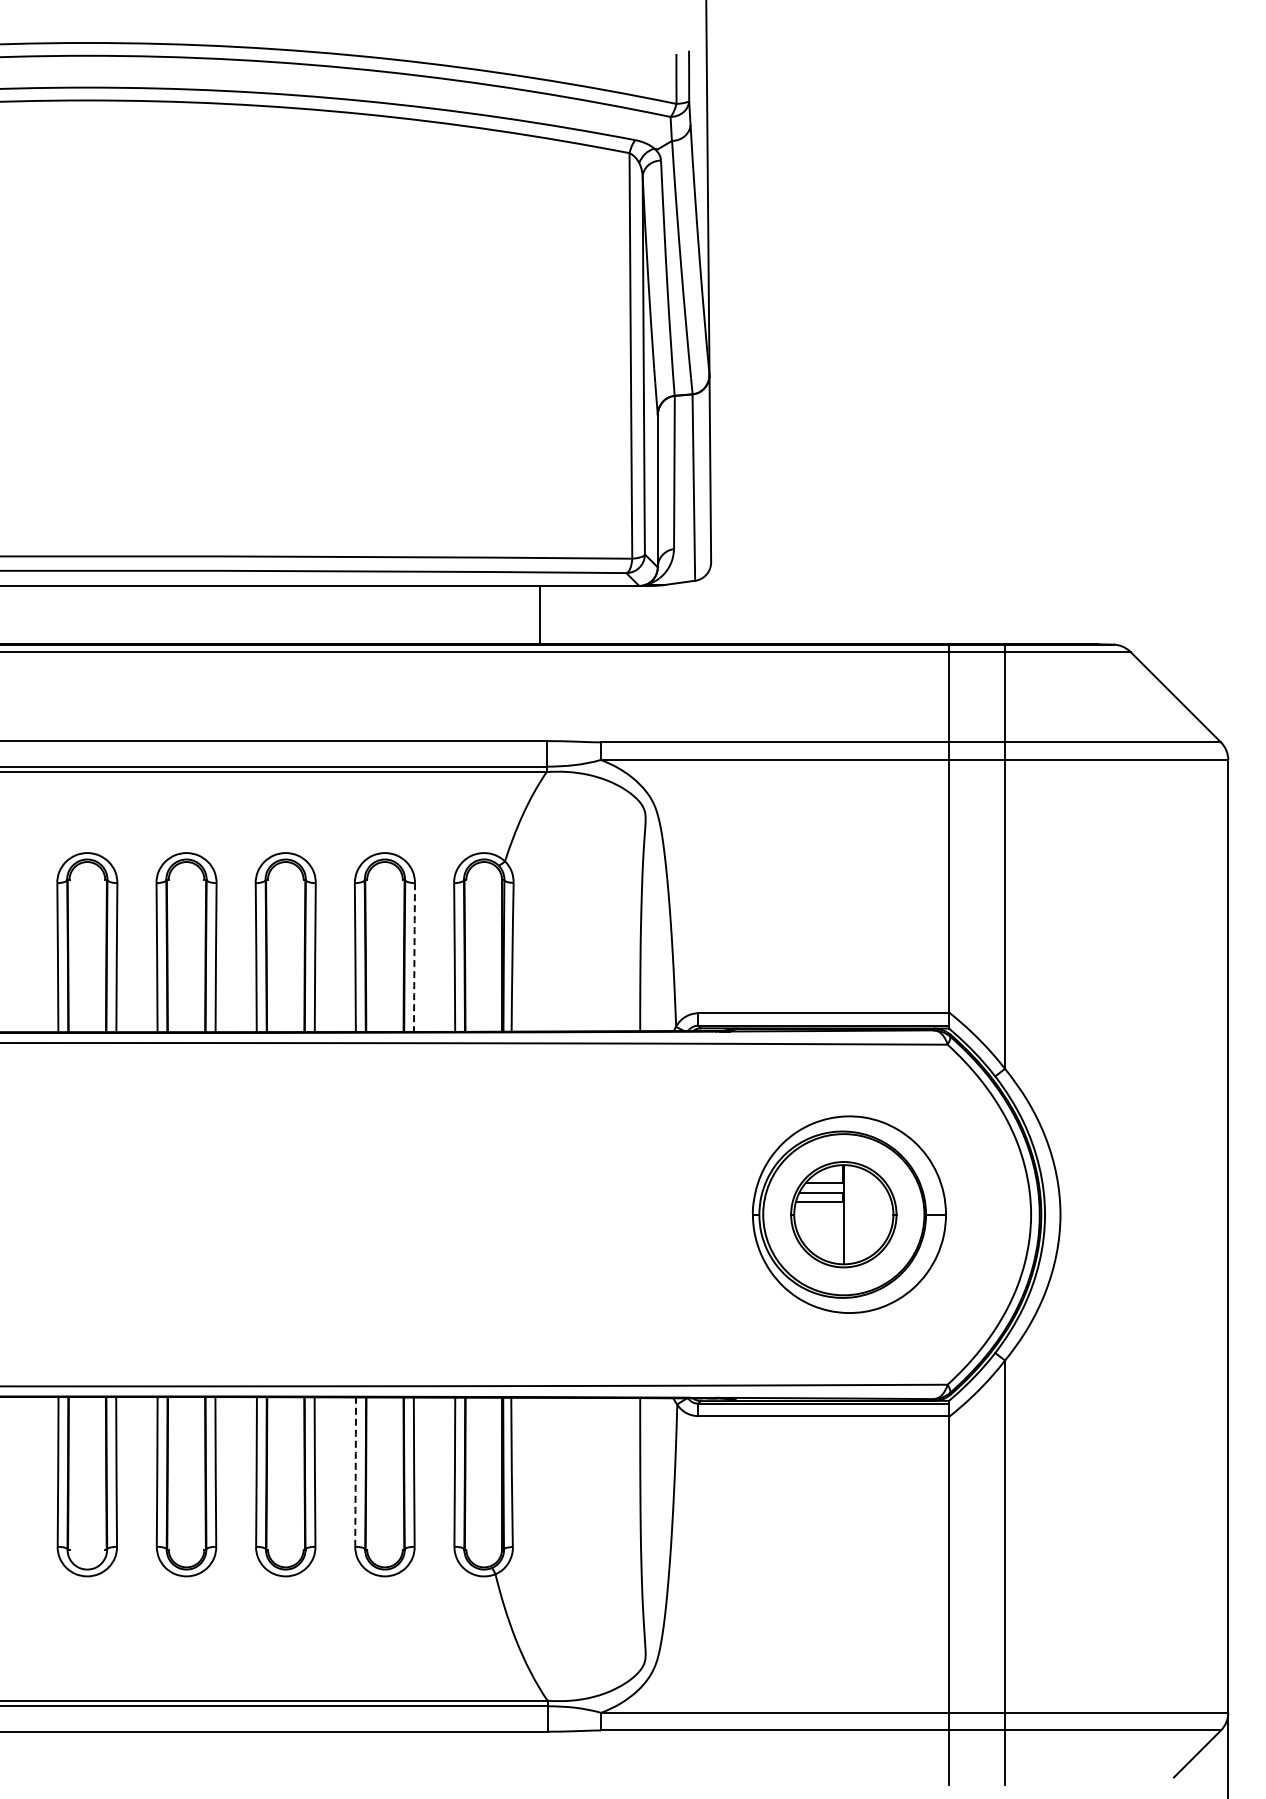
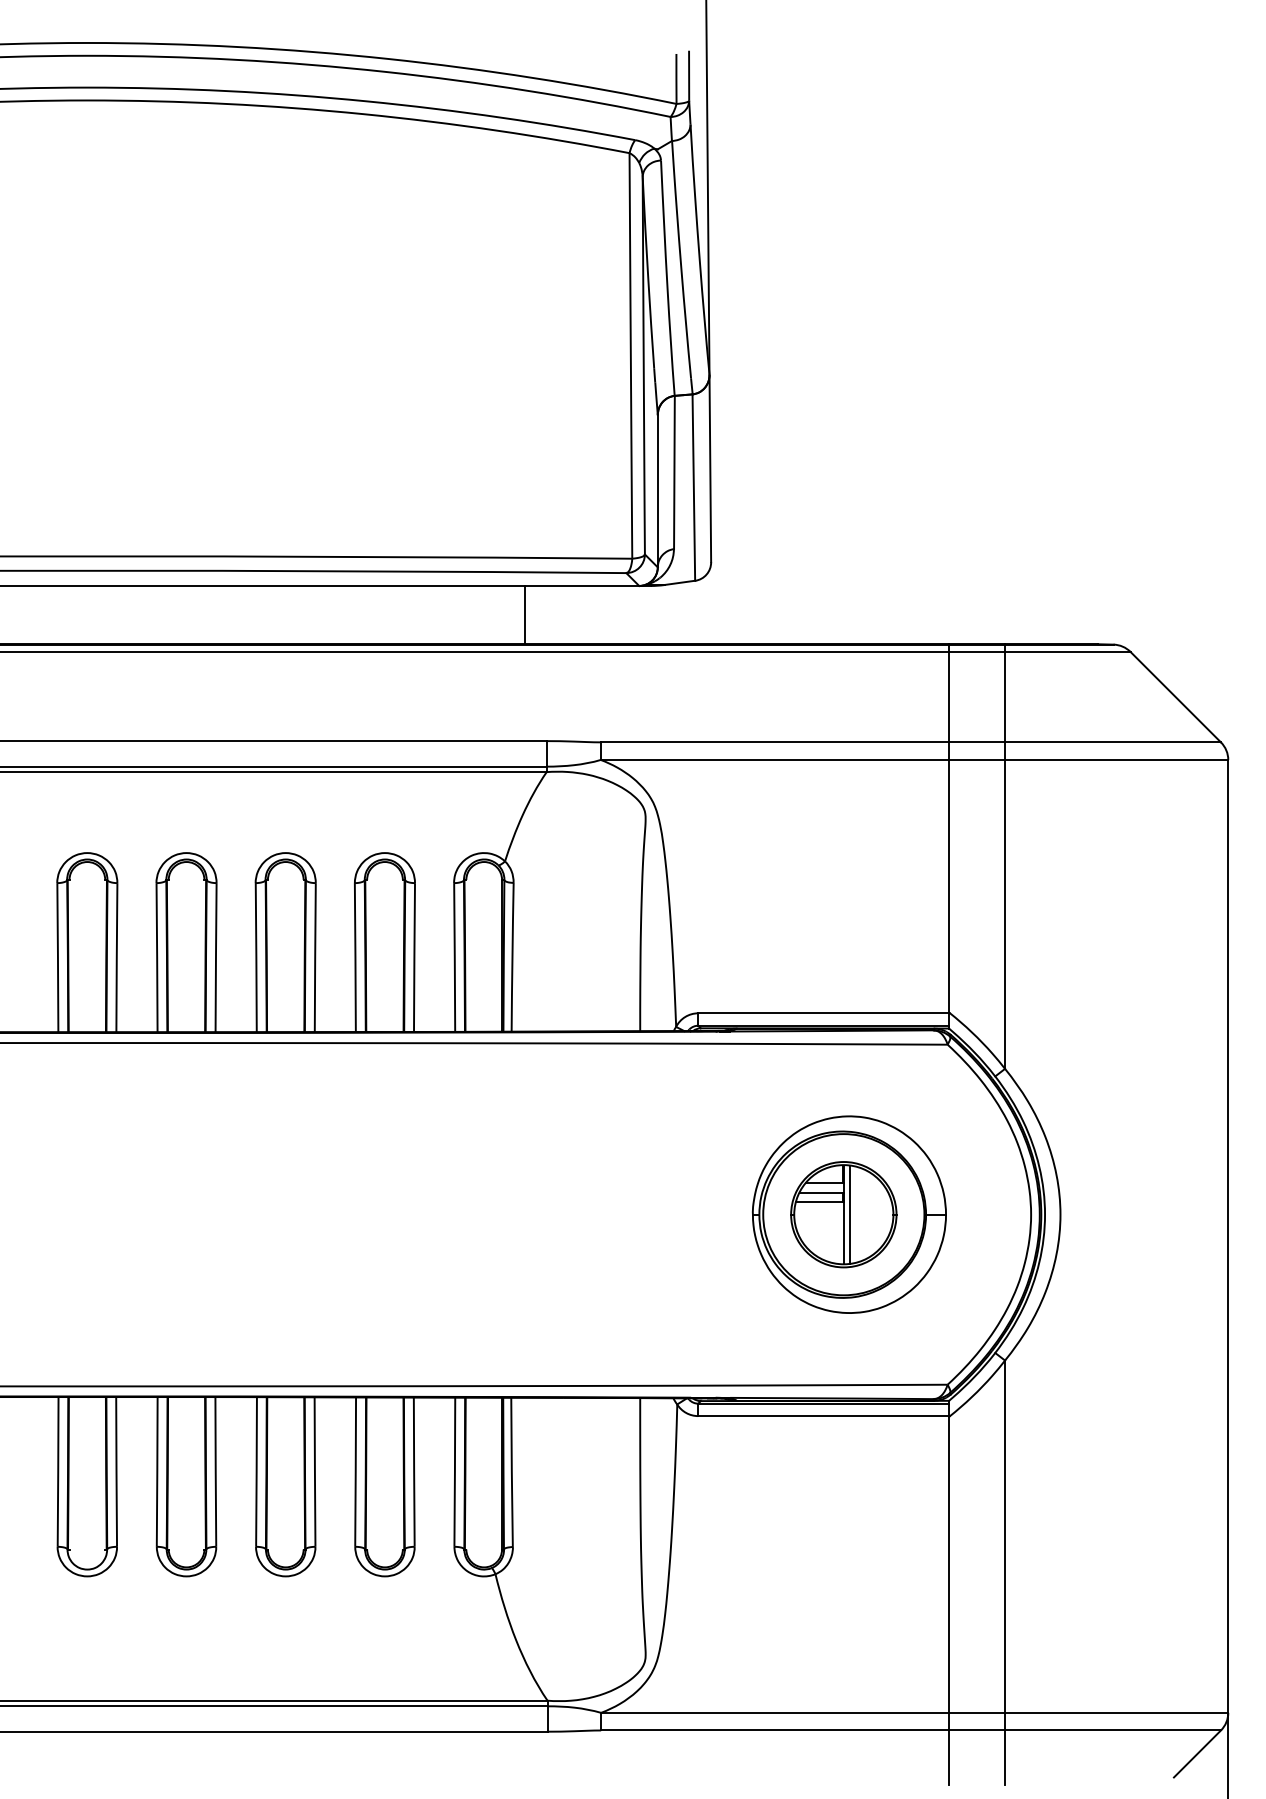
line at (539, 614) position: (539, 614) -> (524, 614)
arc at (414, 957): dashed -> solid
line at (850, 1214): none -> present
arc at (355, 1472): dashed -> solid
